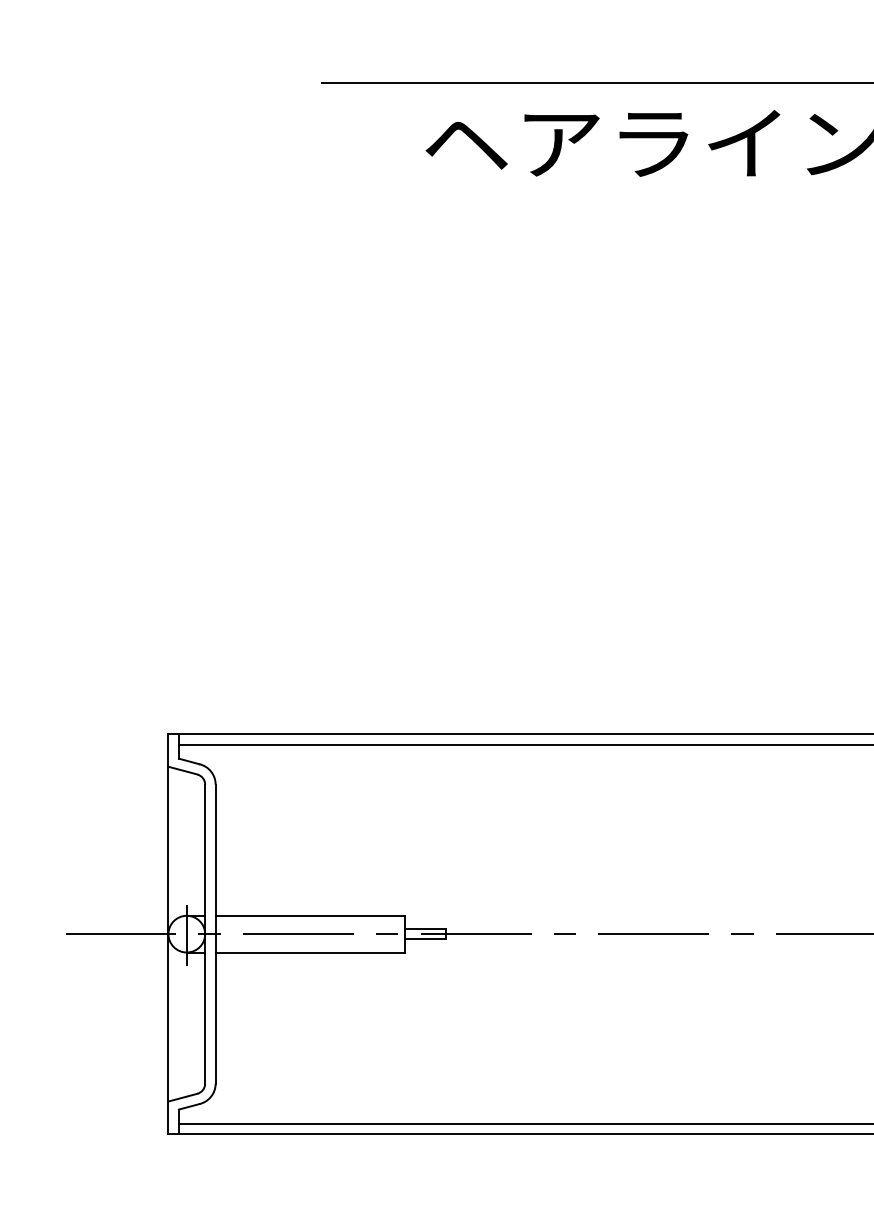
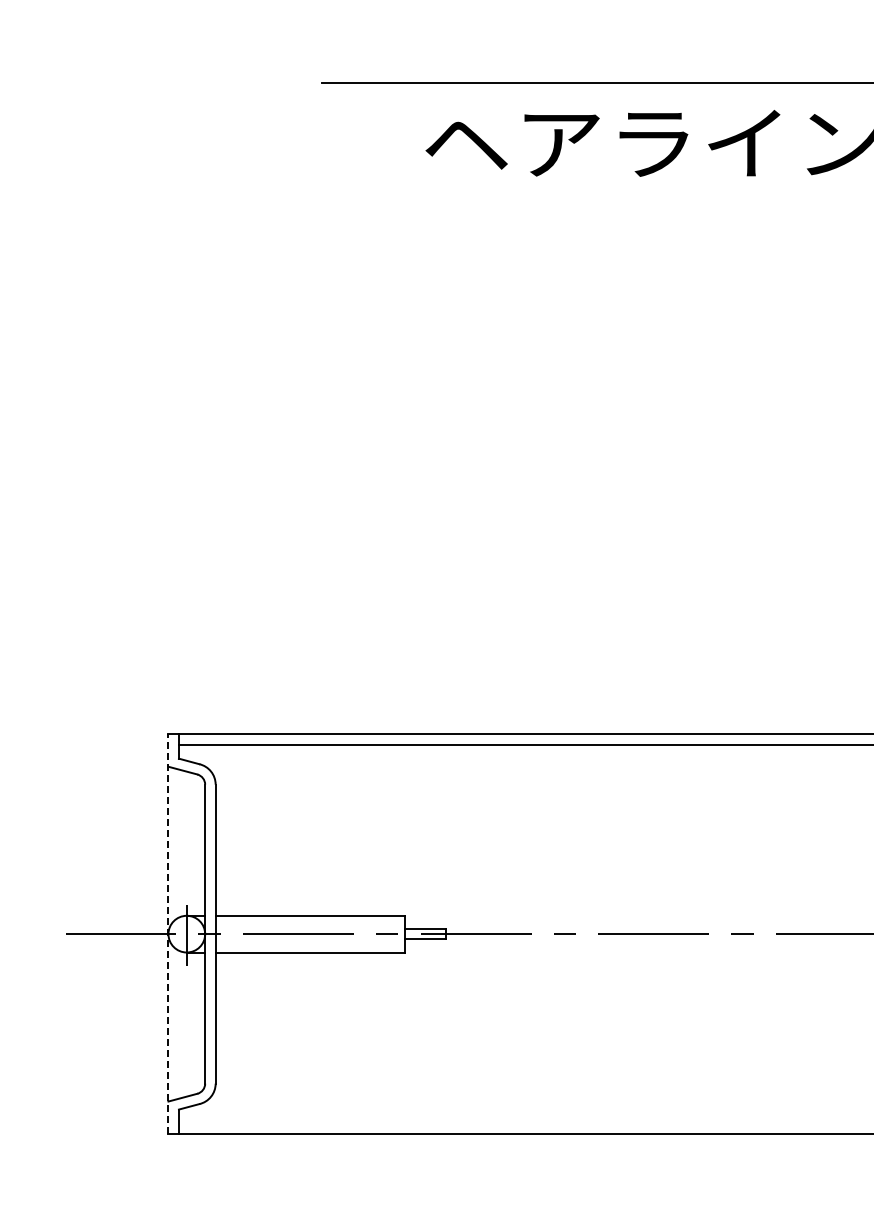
line at (168, 933): solid -> dashed
line at (524, 1123): present -> none
